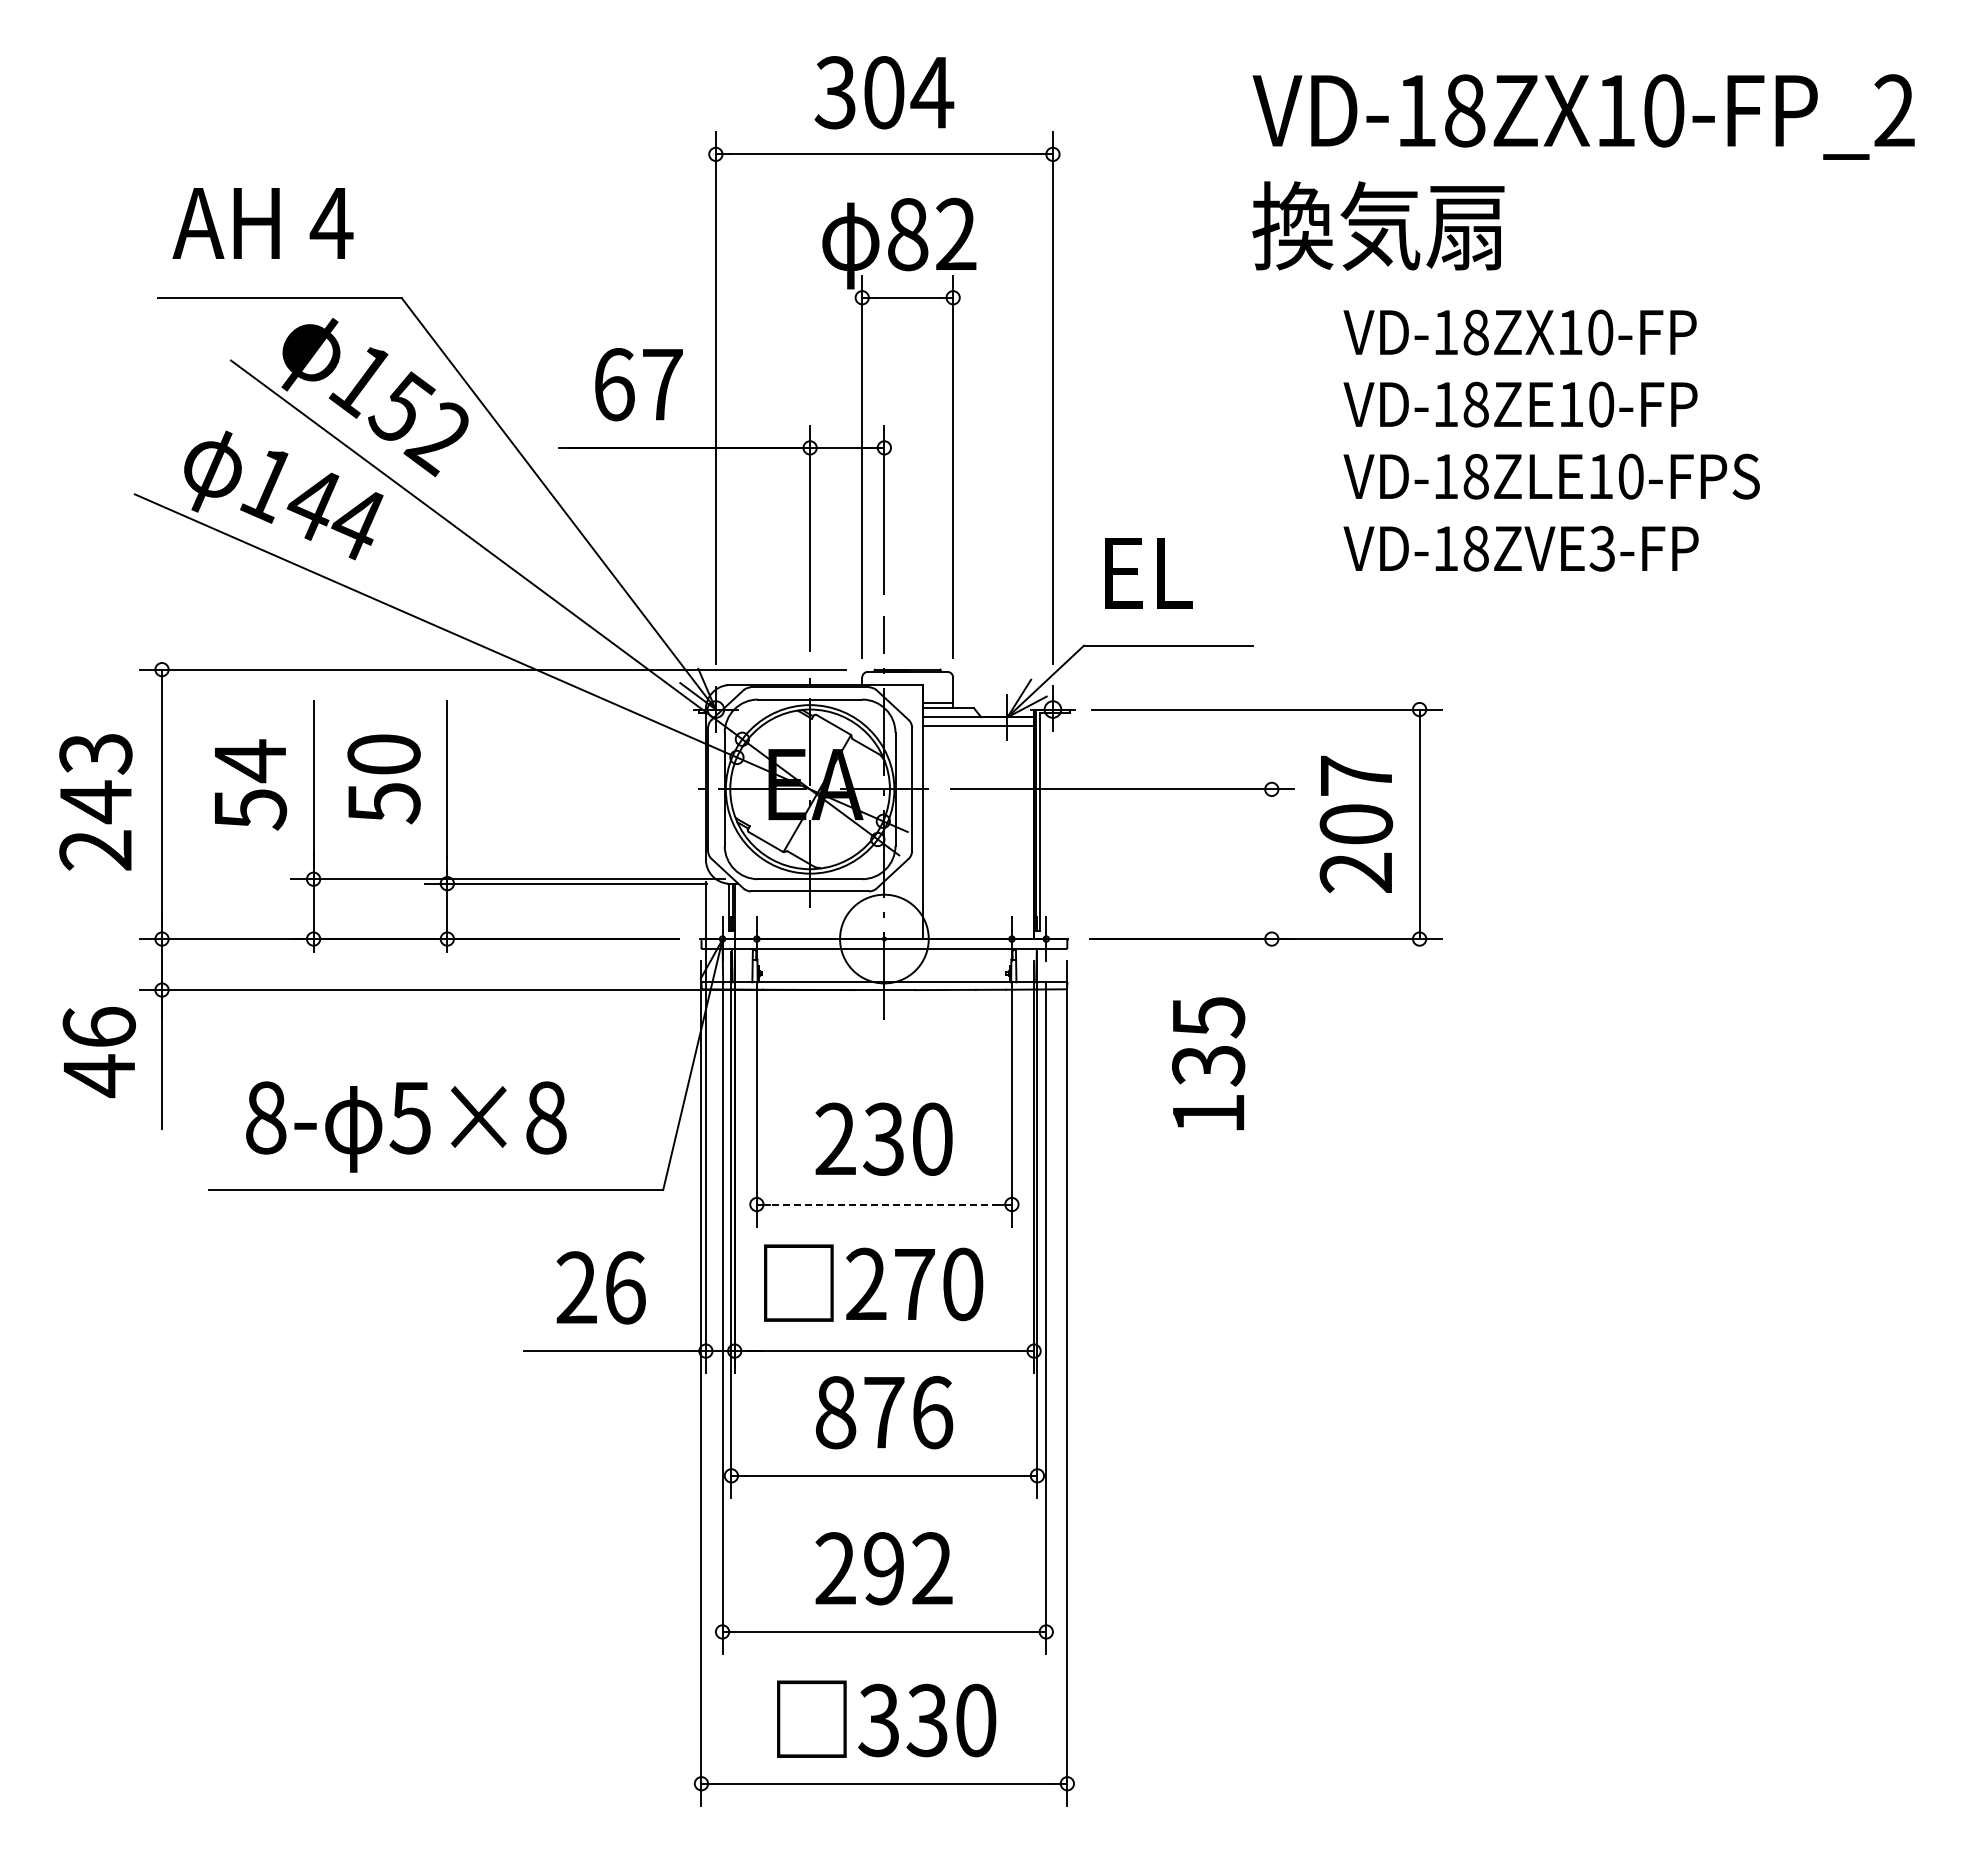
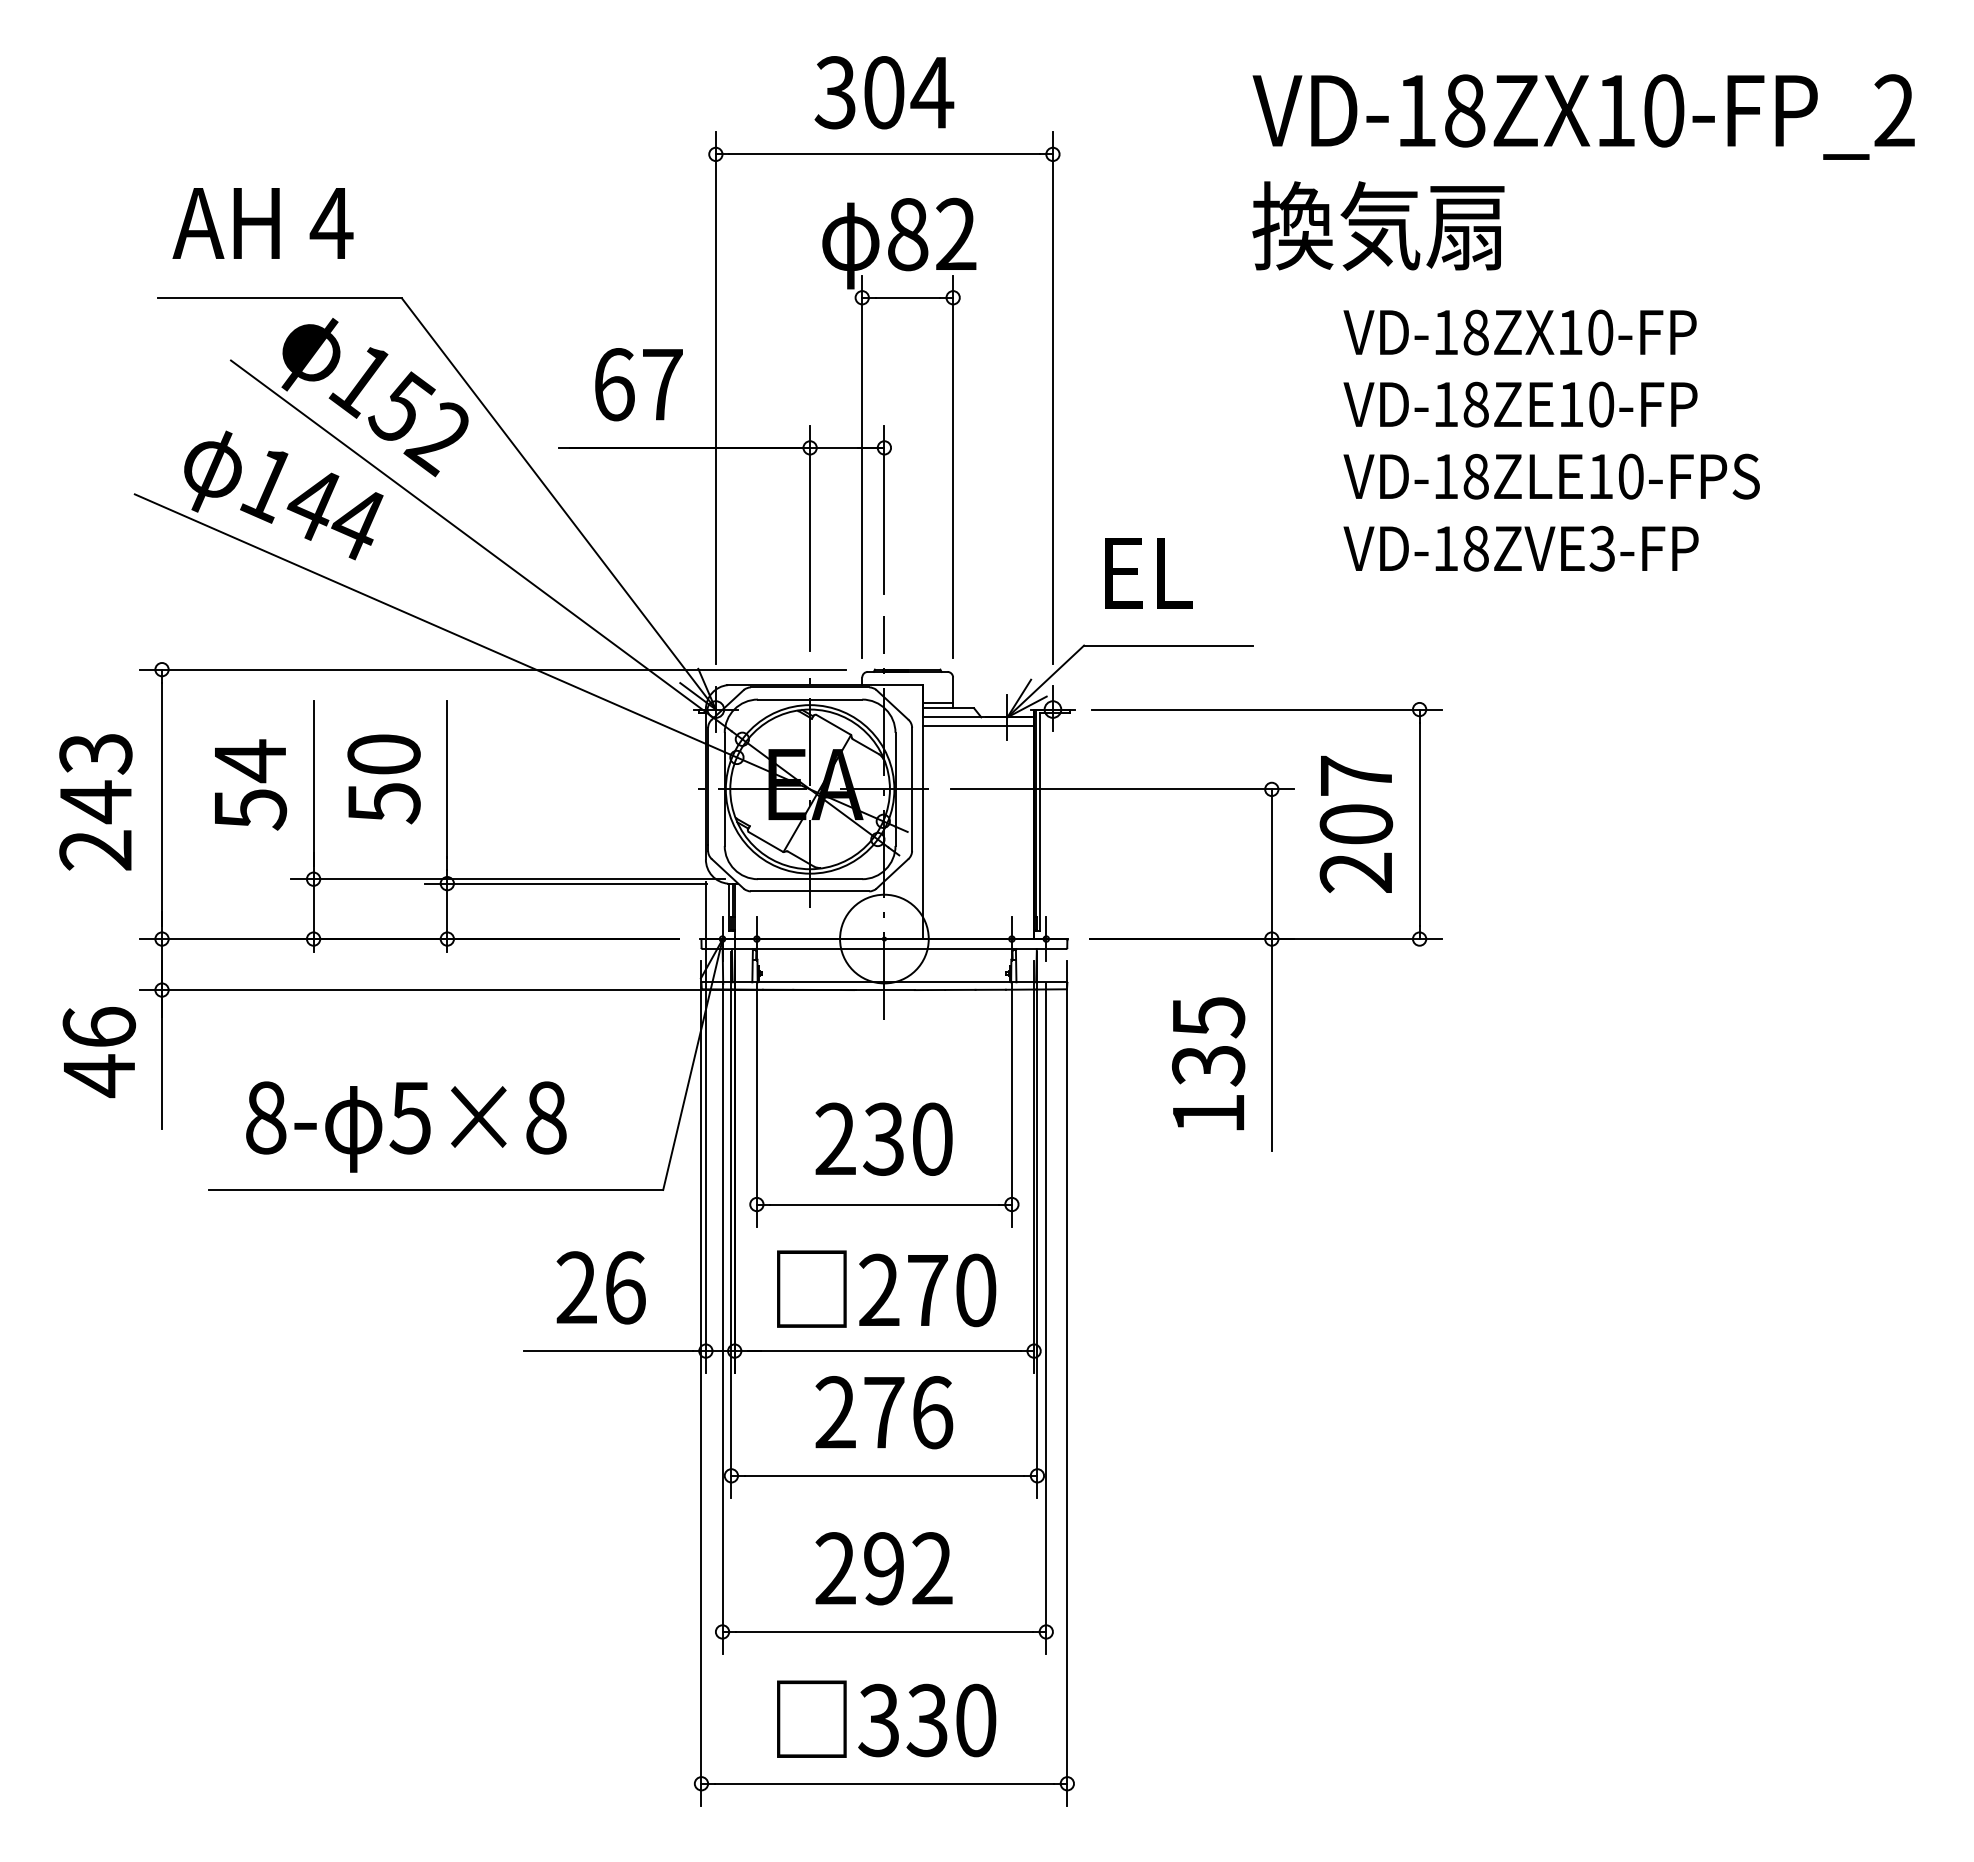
line at (1271, 969): none -> present
line at (883, 1204): dashed -> solid
text at (873, 1282) position: (873, 1282) -> (886, 1288)
text at (835, 1412): 876 -> 276
